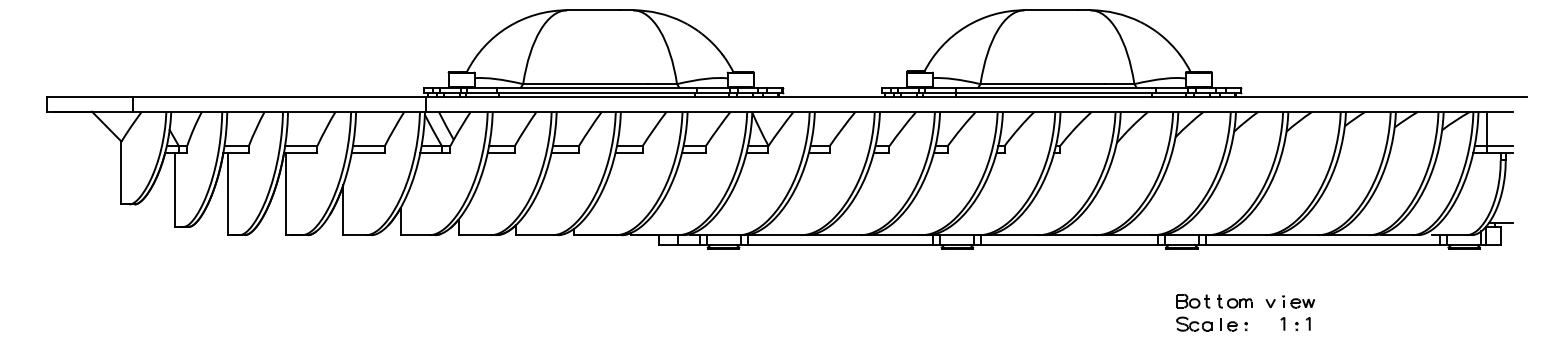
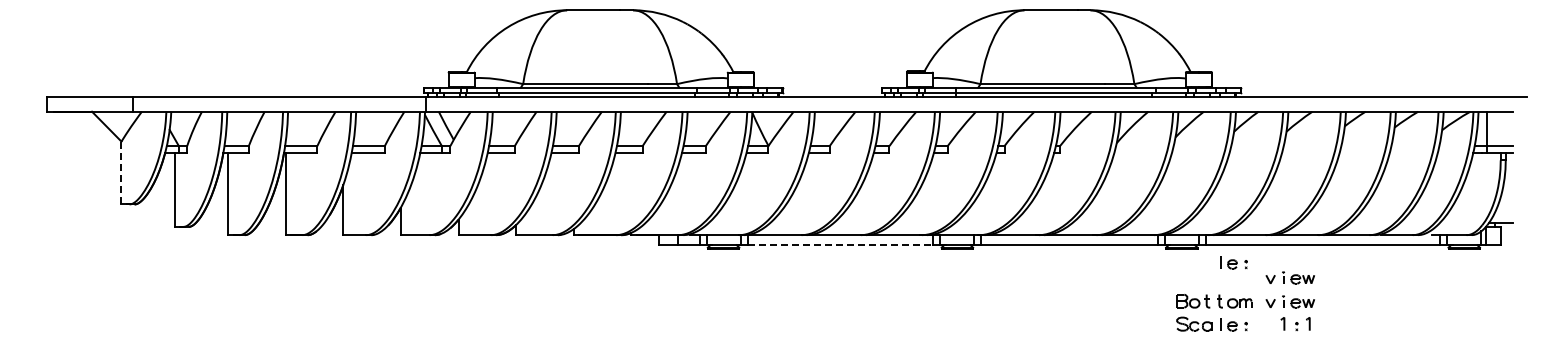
line at (121, 173): solid -> dashed
line at (840, 245): solid -> dashed
part at (1233, 262): none -> present
part at (1289, 277): none -> present
